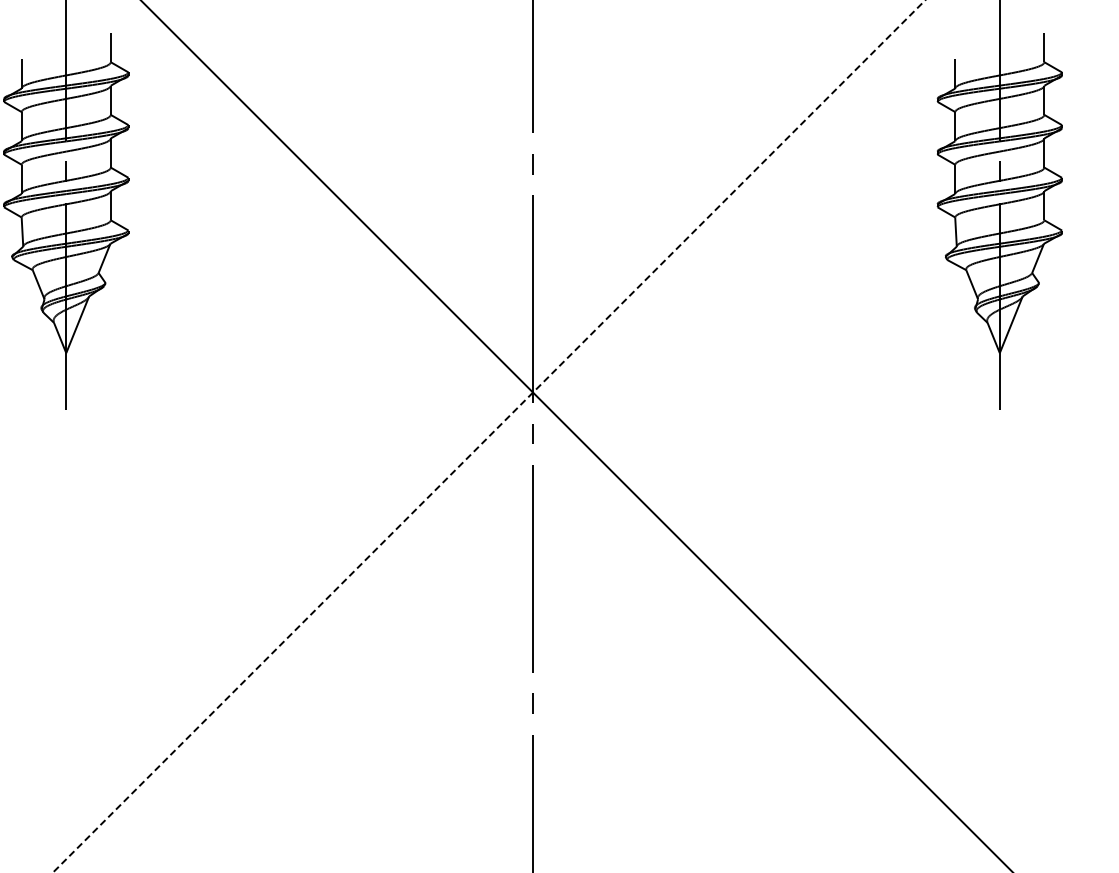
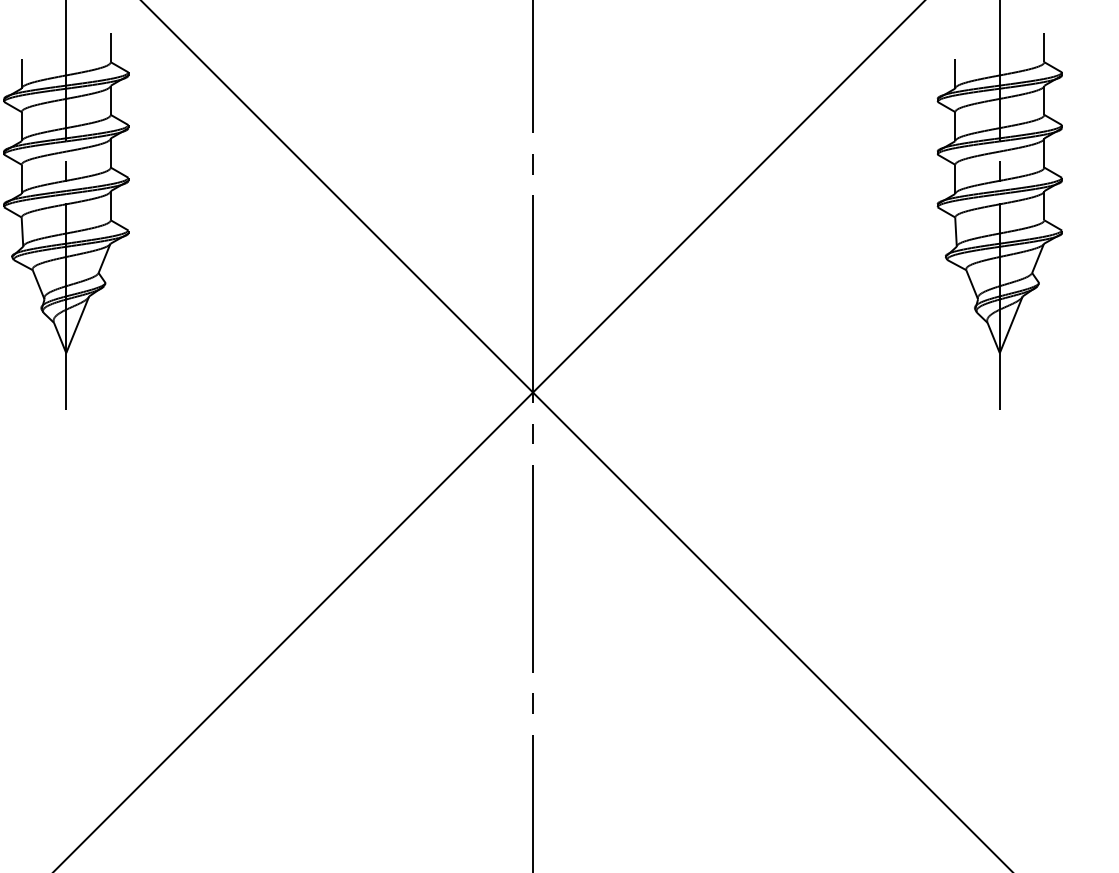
line at (488, 436): dashed -> solid
